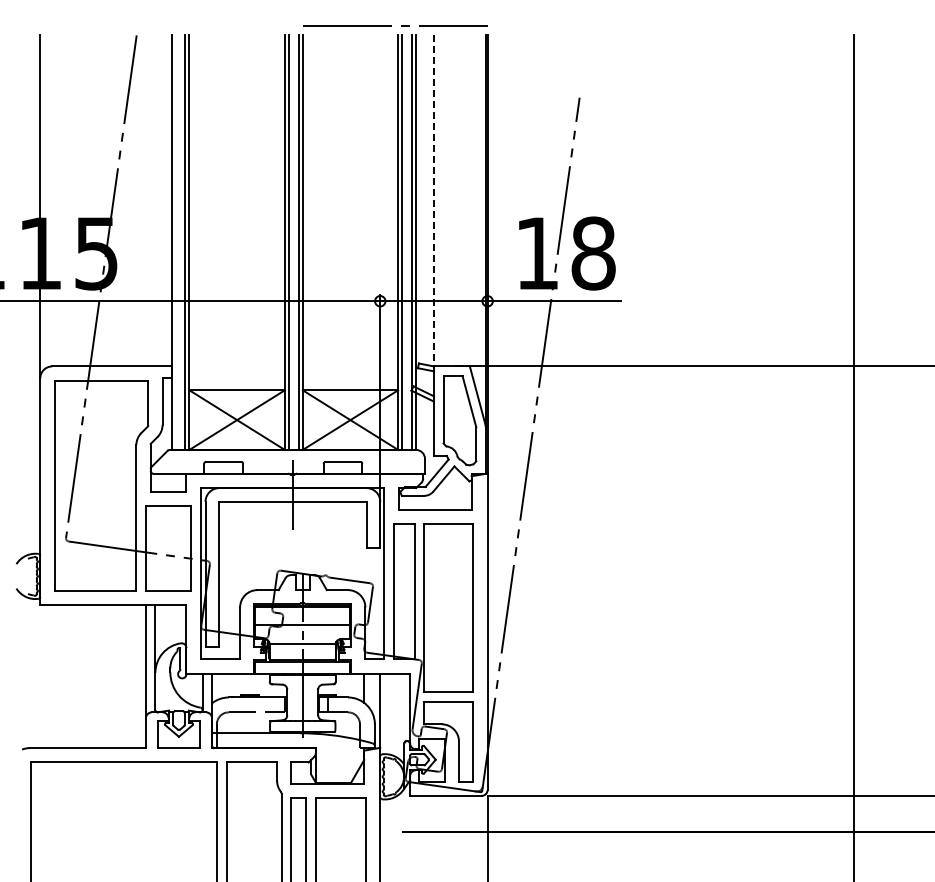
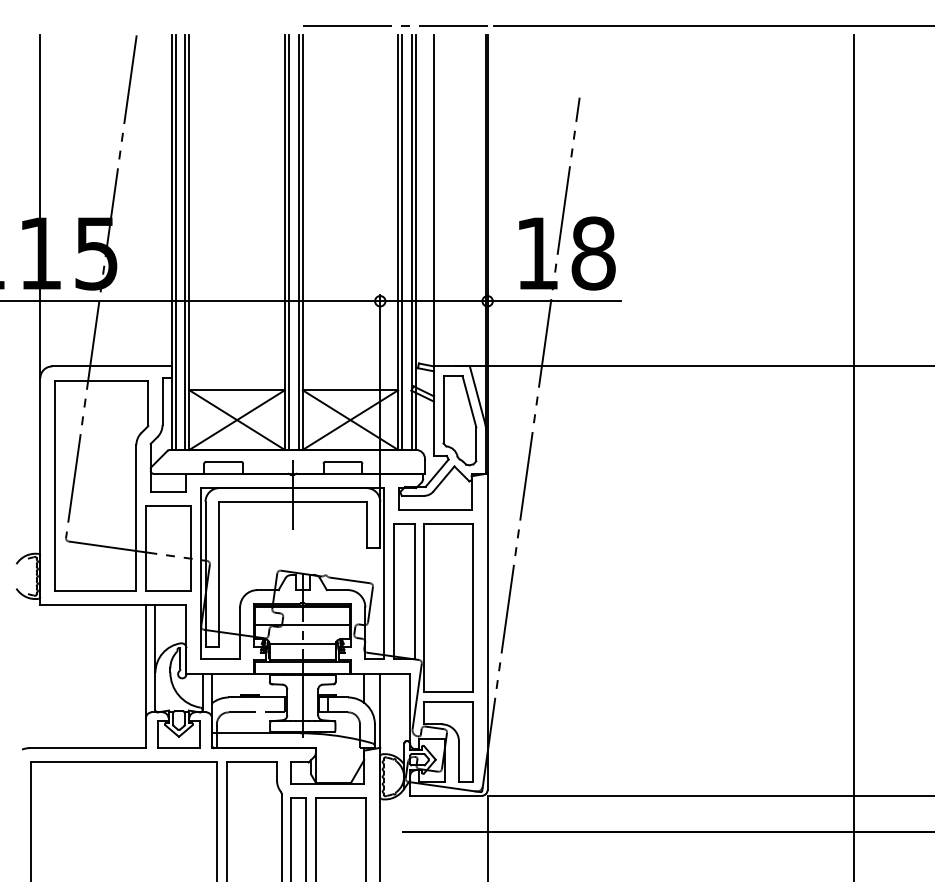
line at (712, 26): none -> present
line at (433, 200): dashed -> solid
line at (175, 242): none -> present
